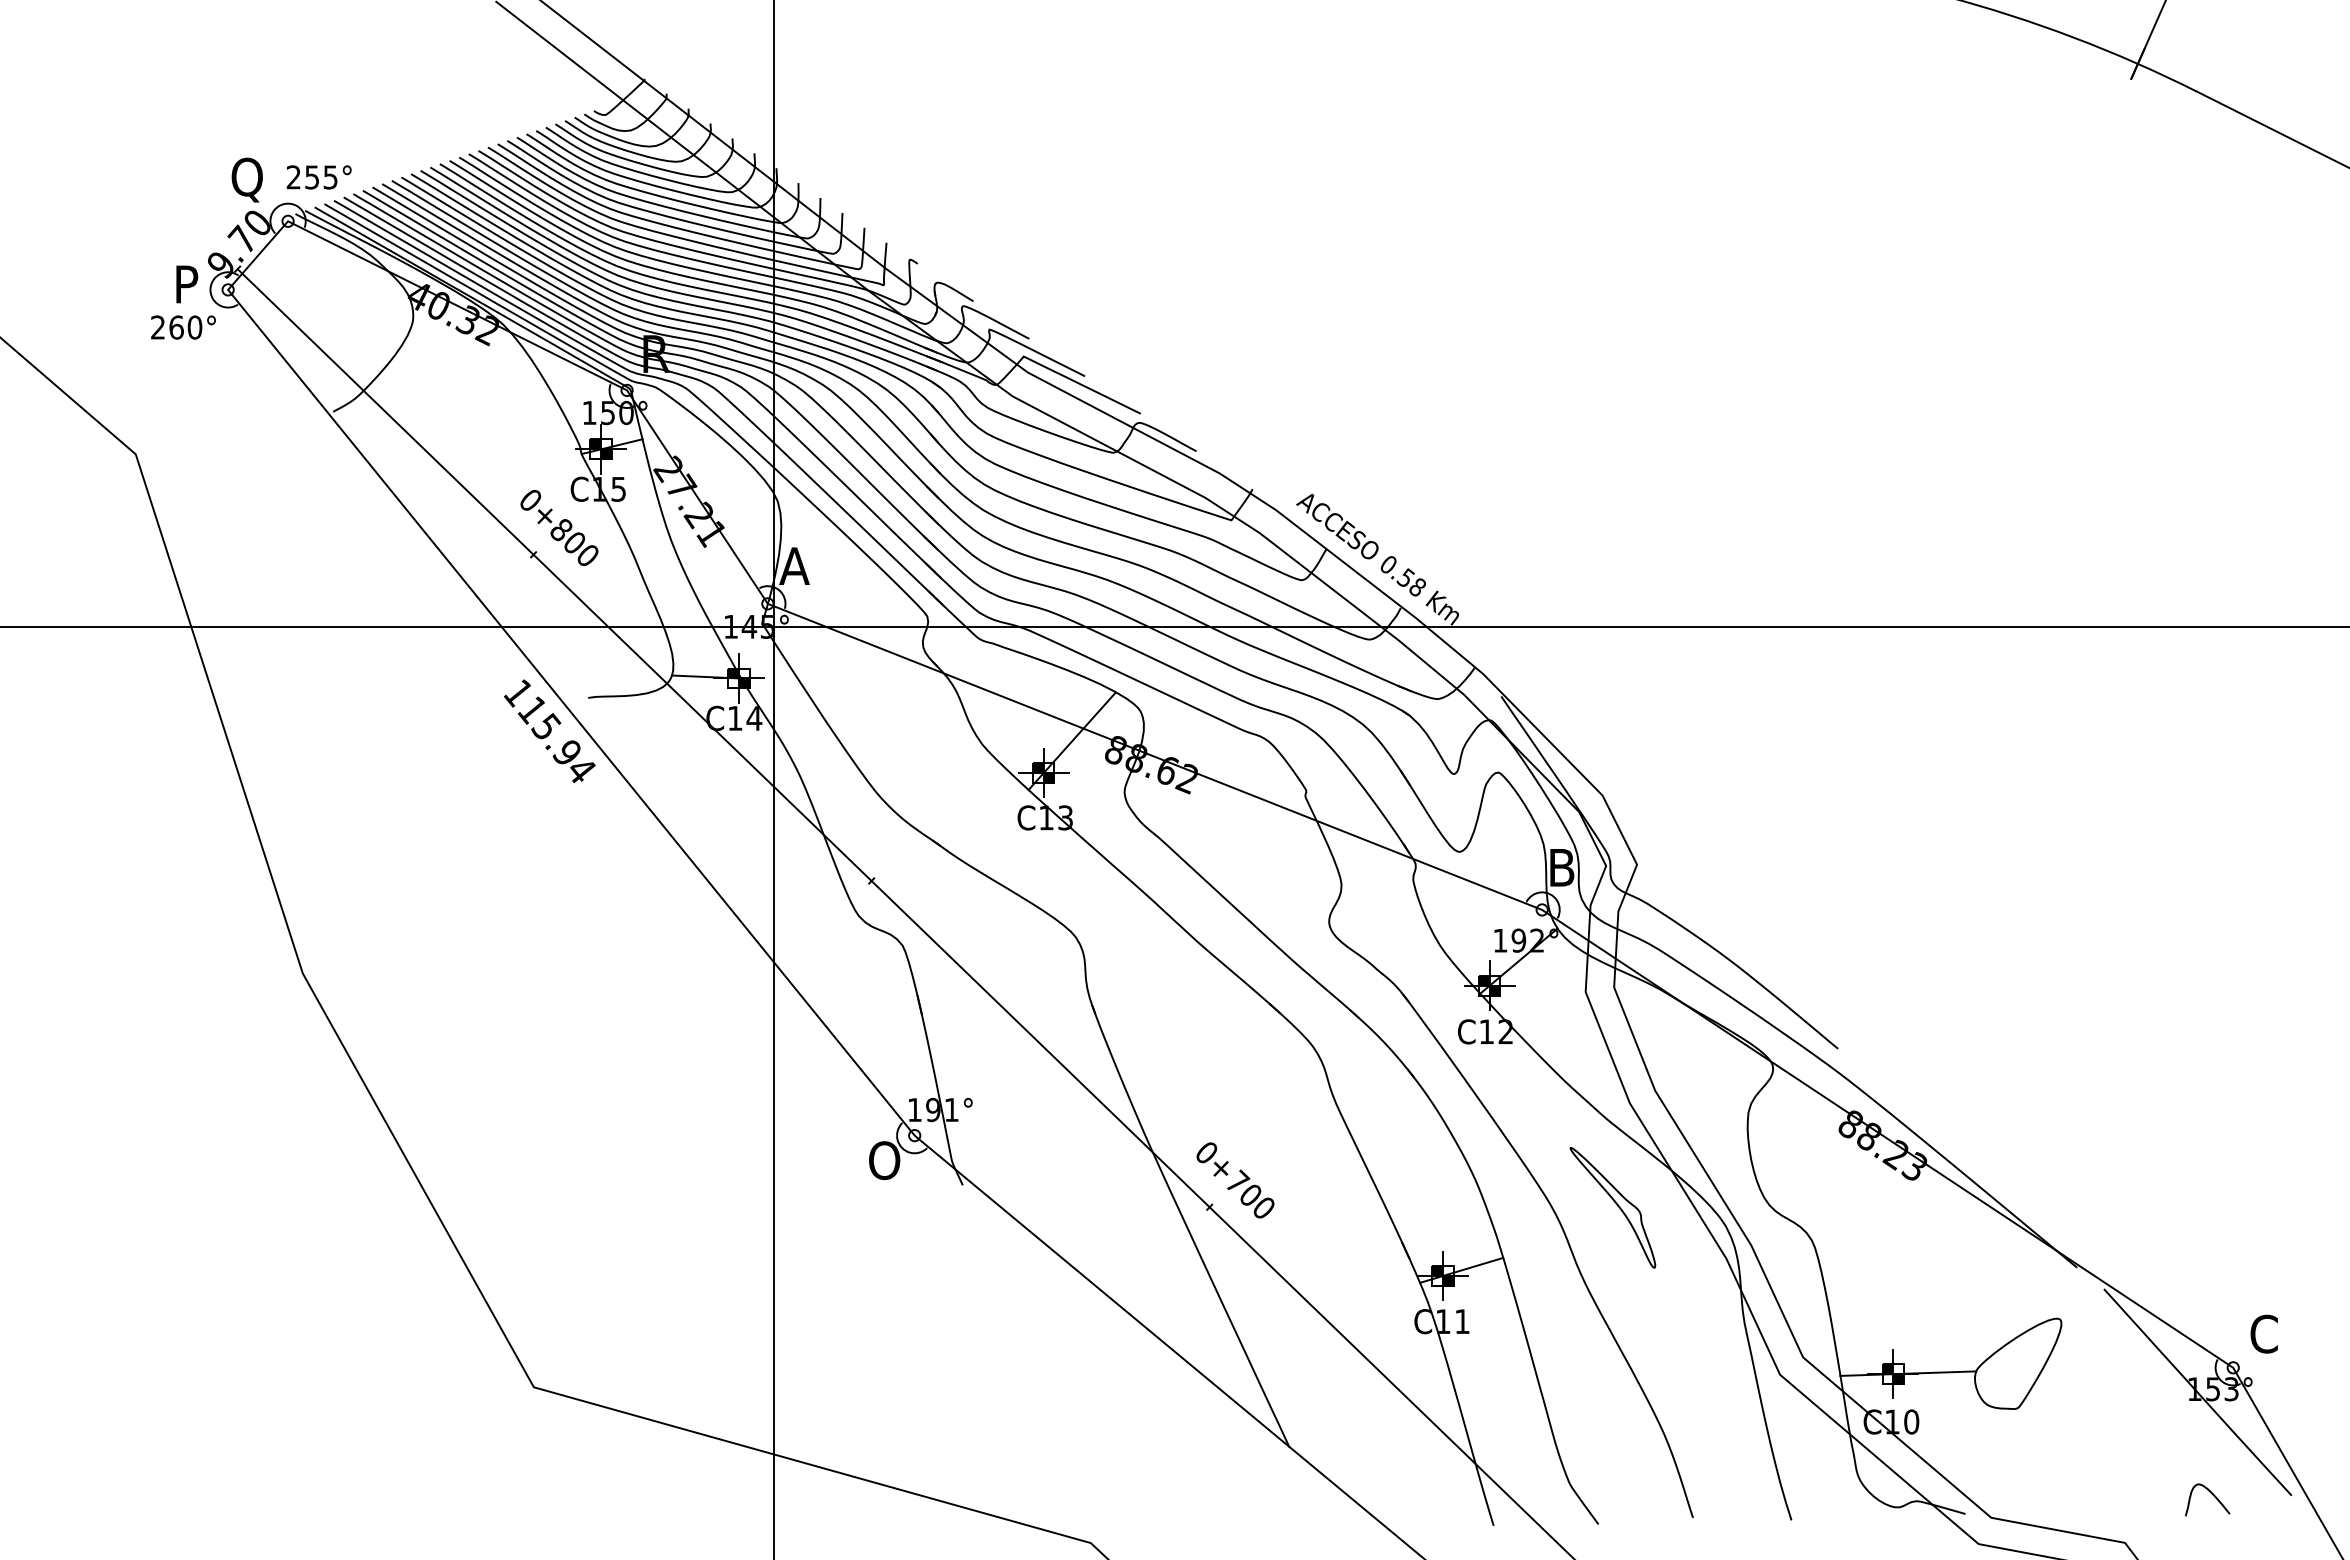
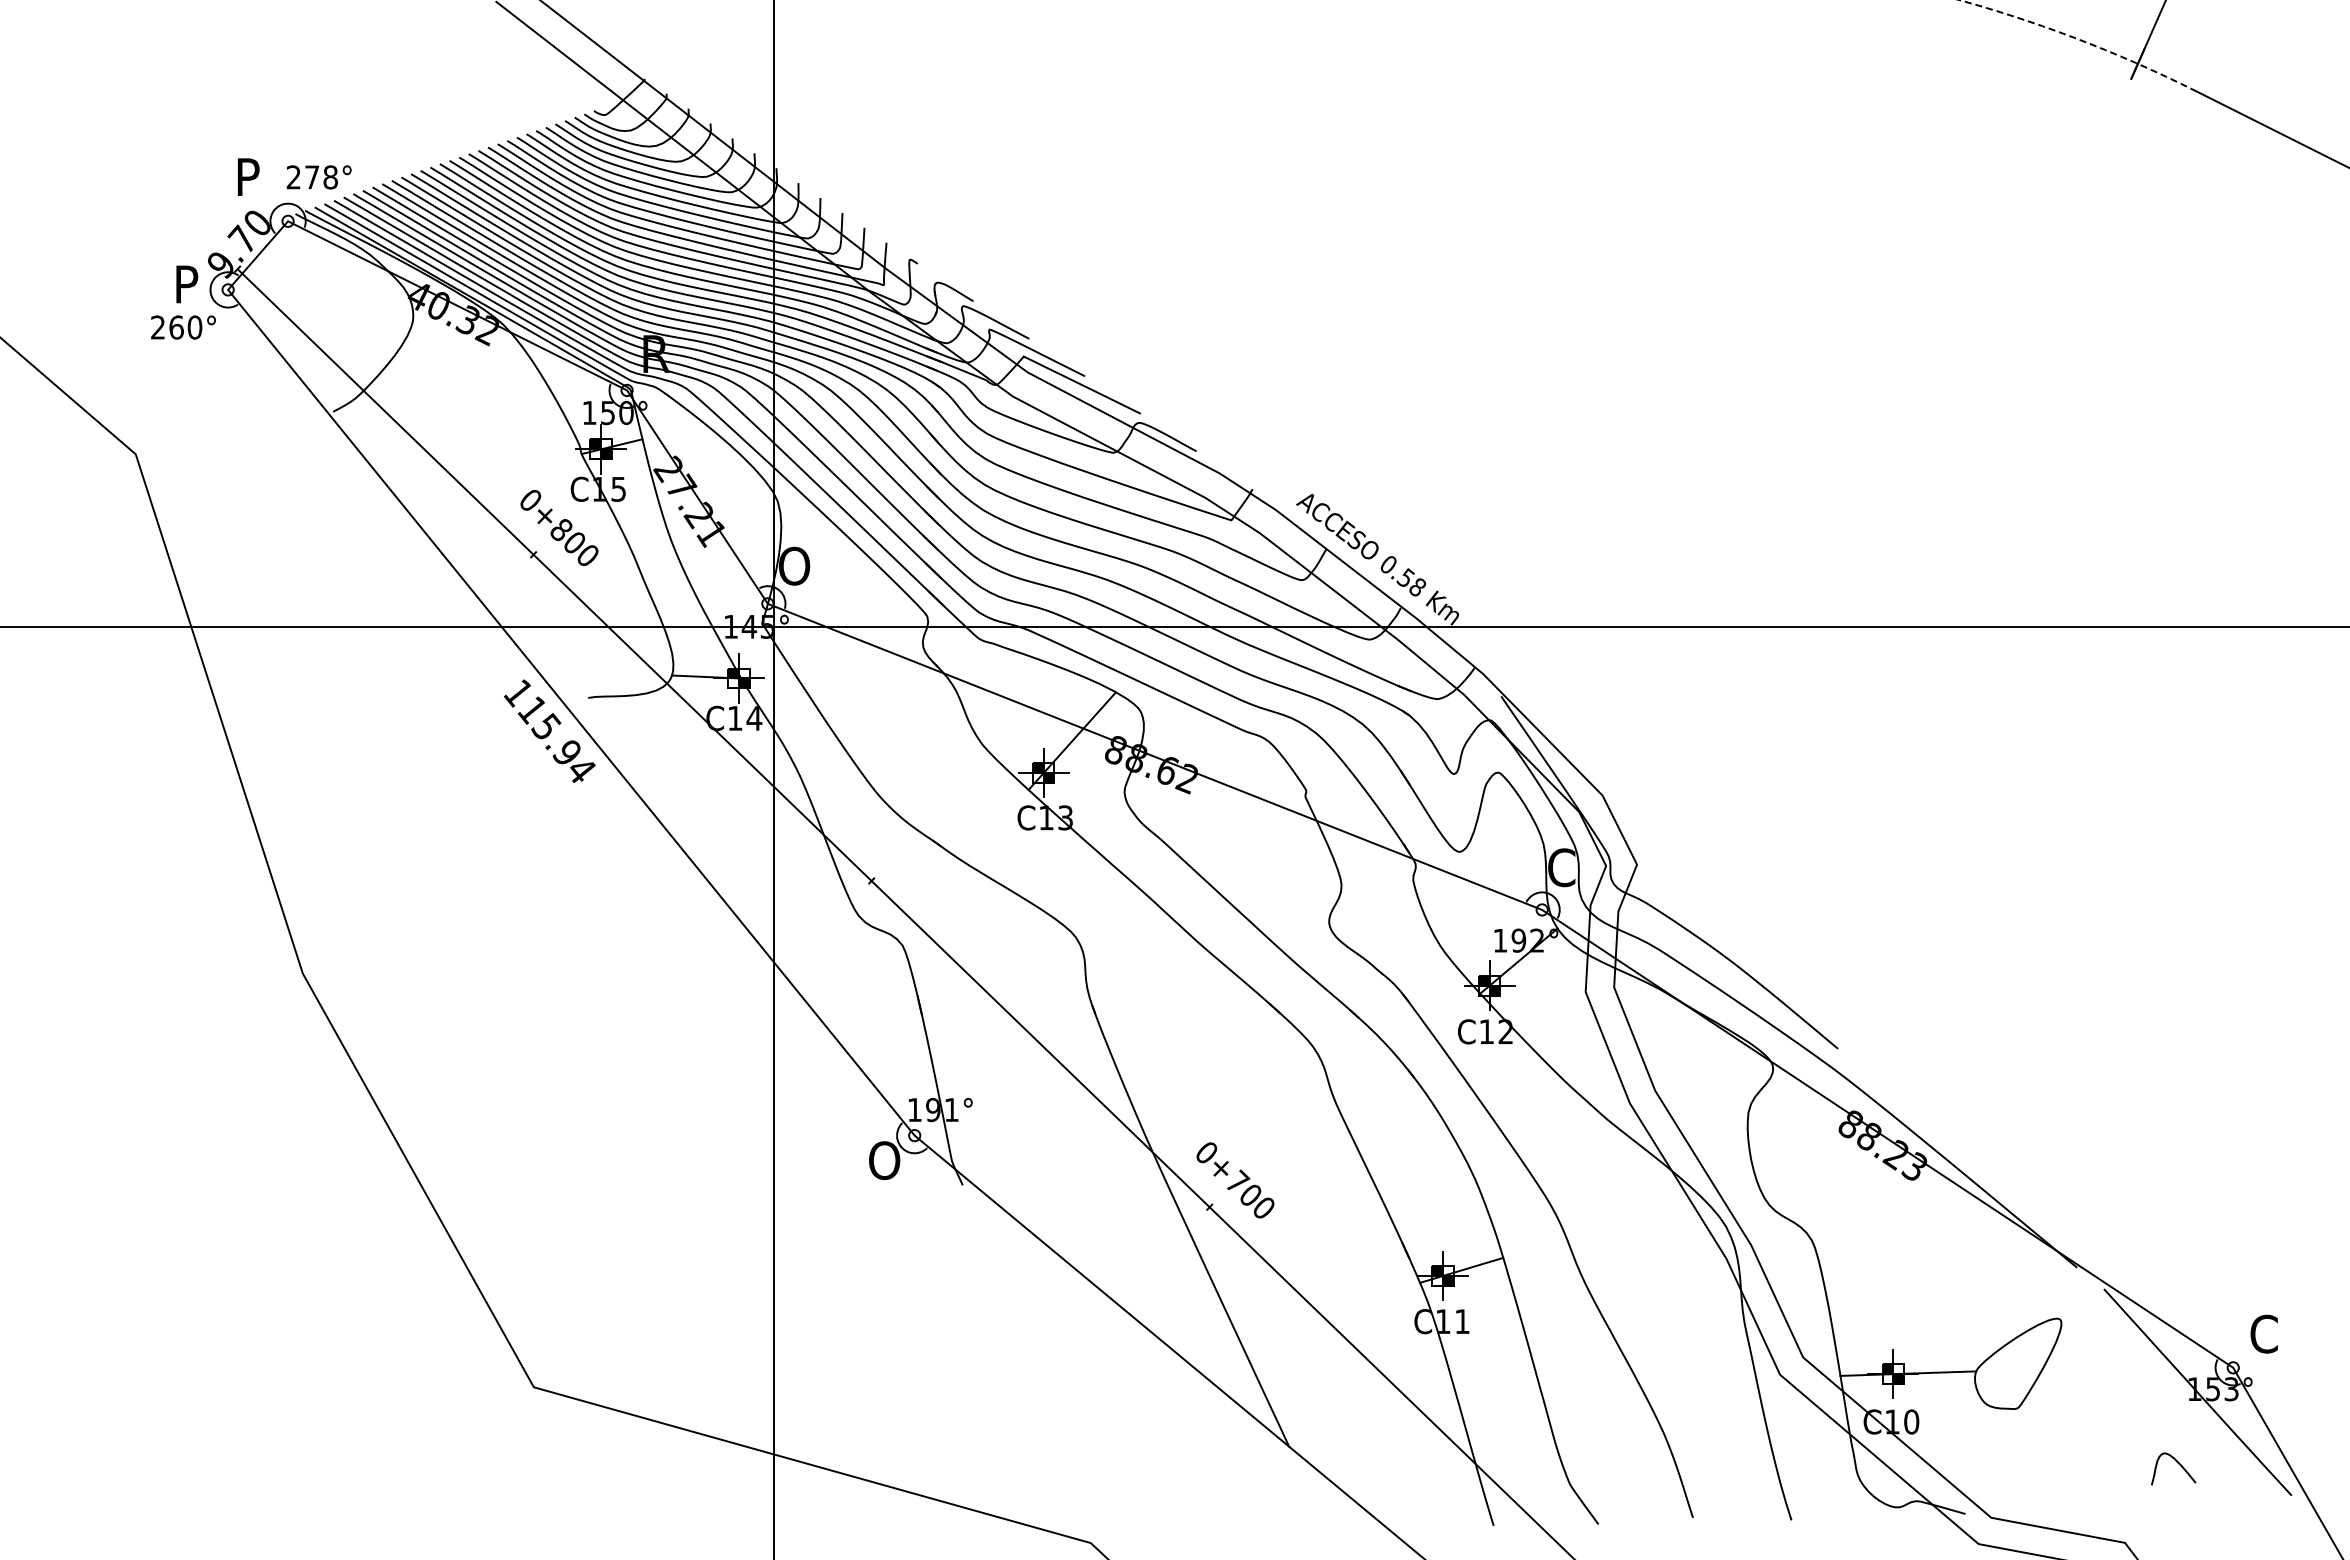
arc at (2079, 39): solid -> dashed
text at (321, 177): 255° -> 278°
text at (246, 179): Q -> P
text at (794, 565): A -> O
text at (1561, 867): B -> C
part at (1612, 1207): present -> none
curve at (2211, 1494) position: (2211, 1494) -> (2177, 1463)
